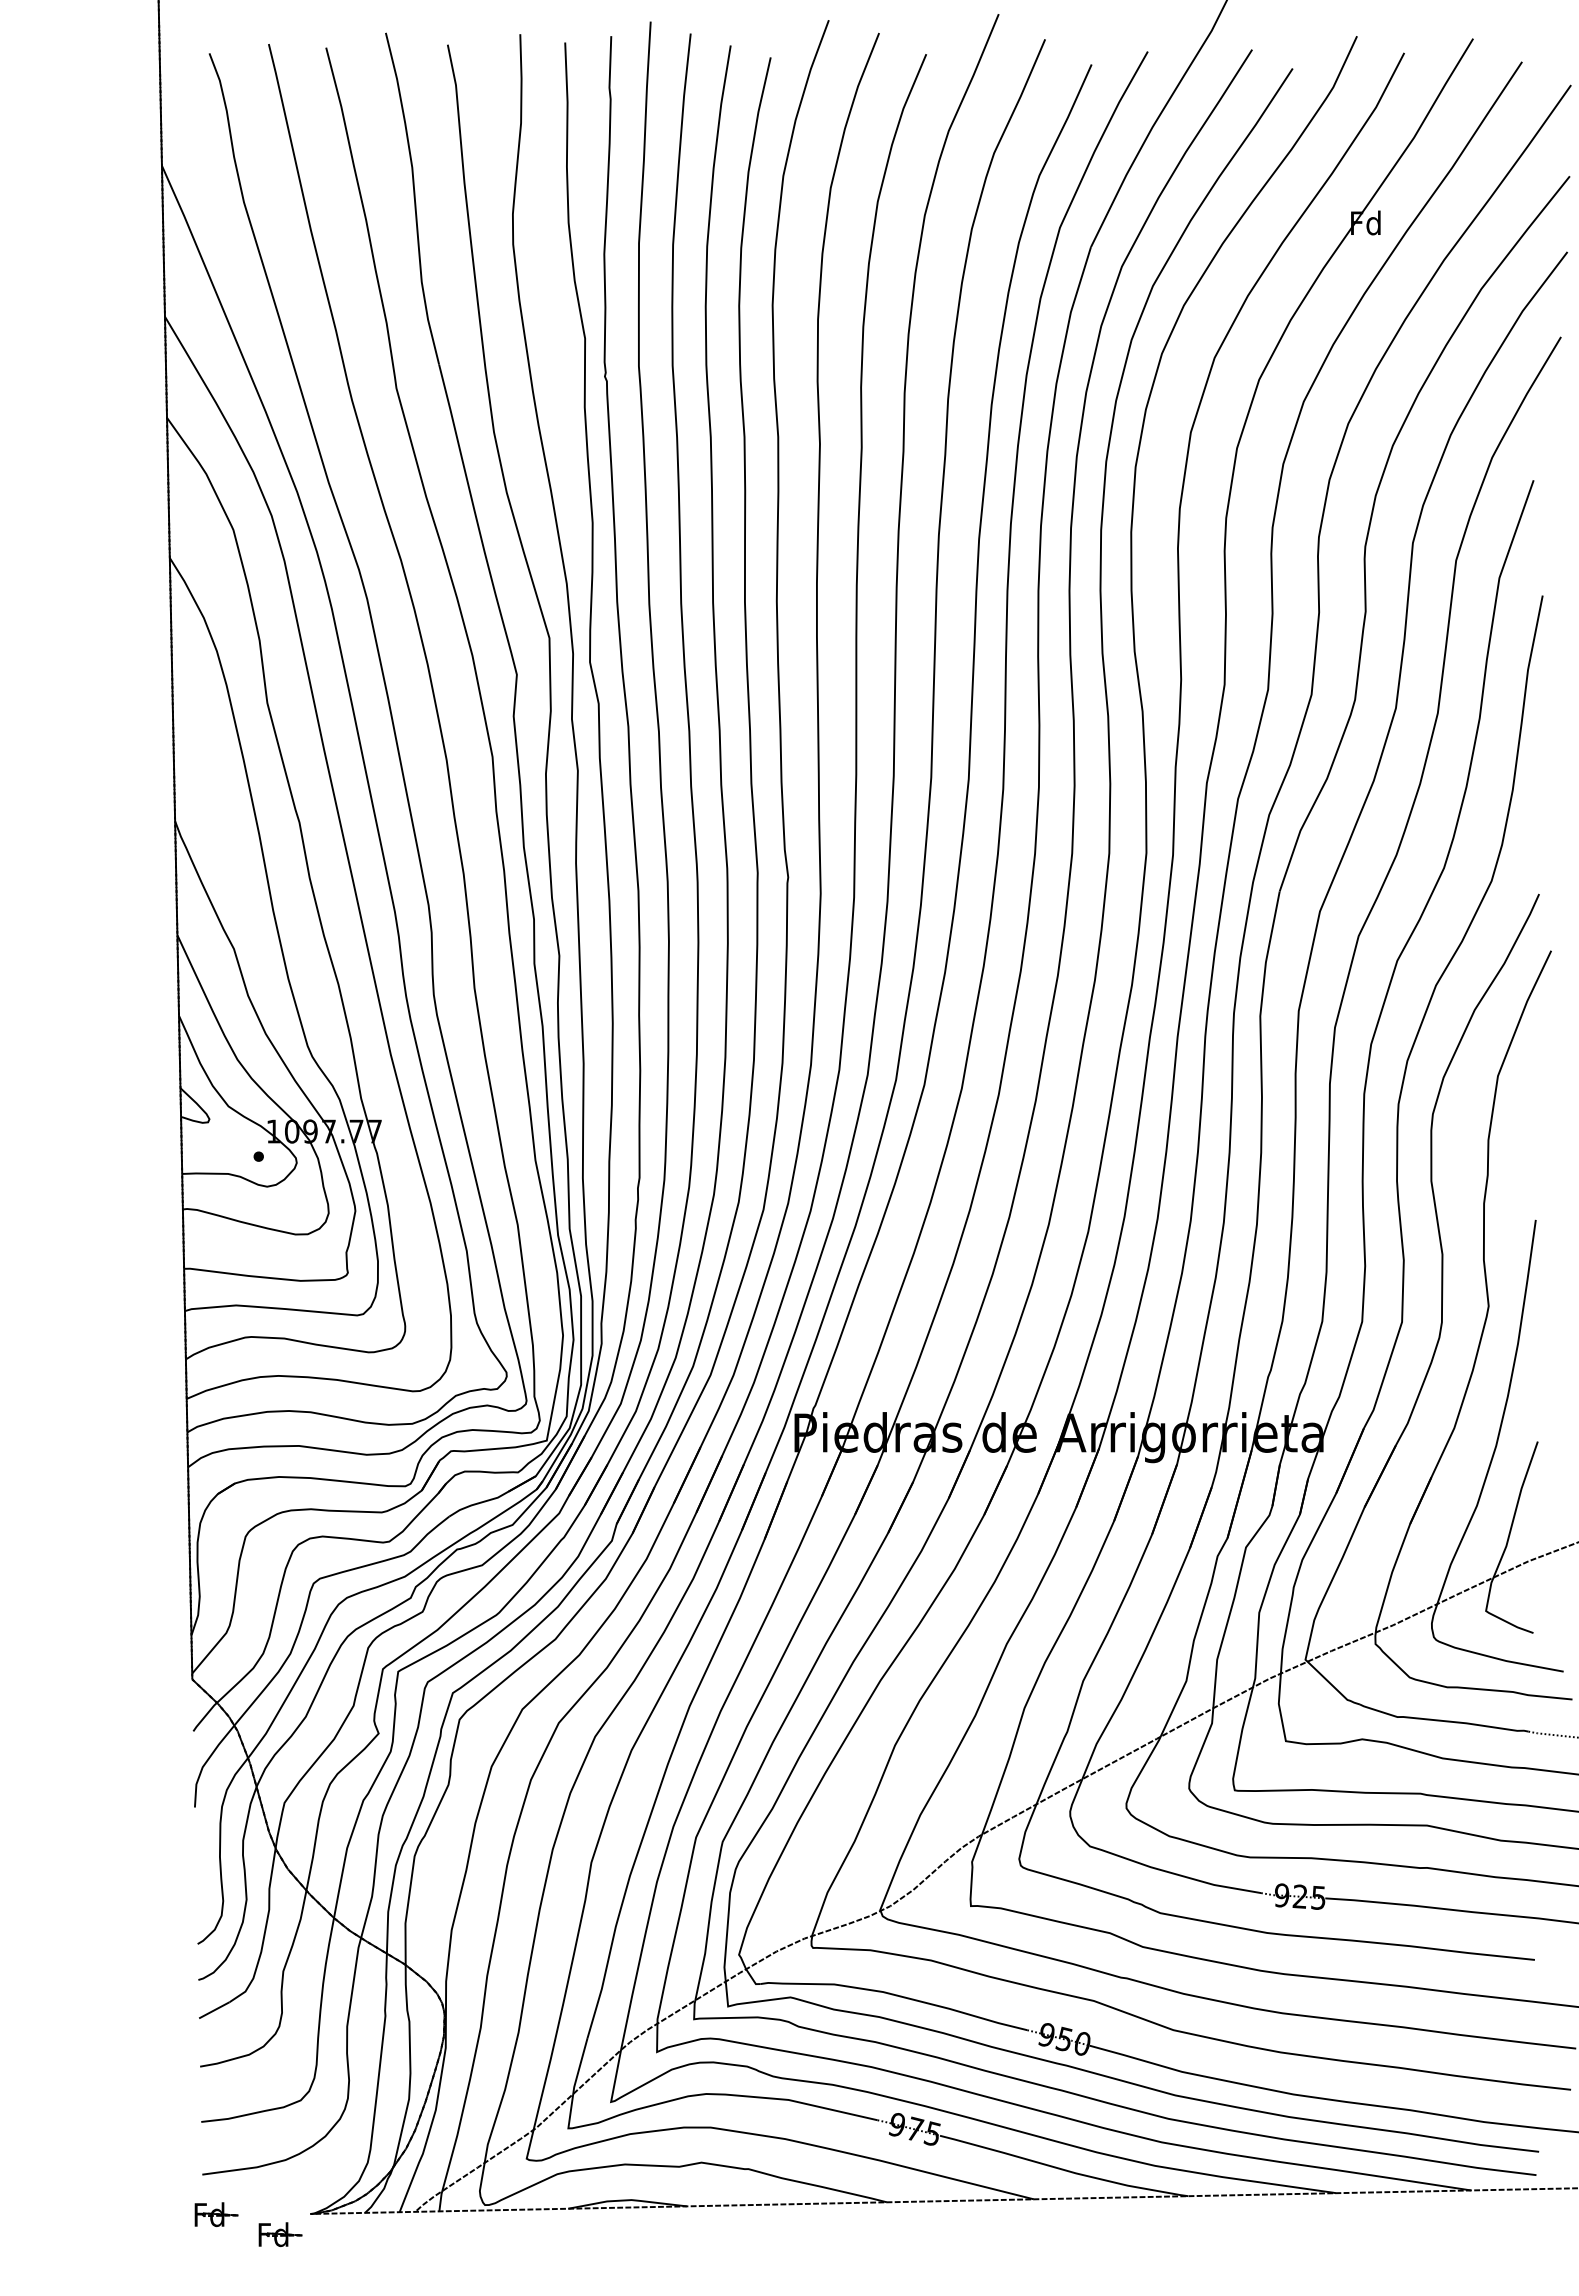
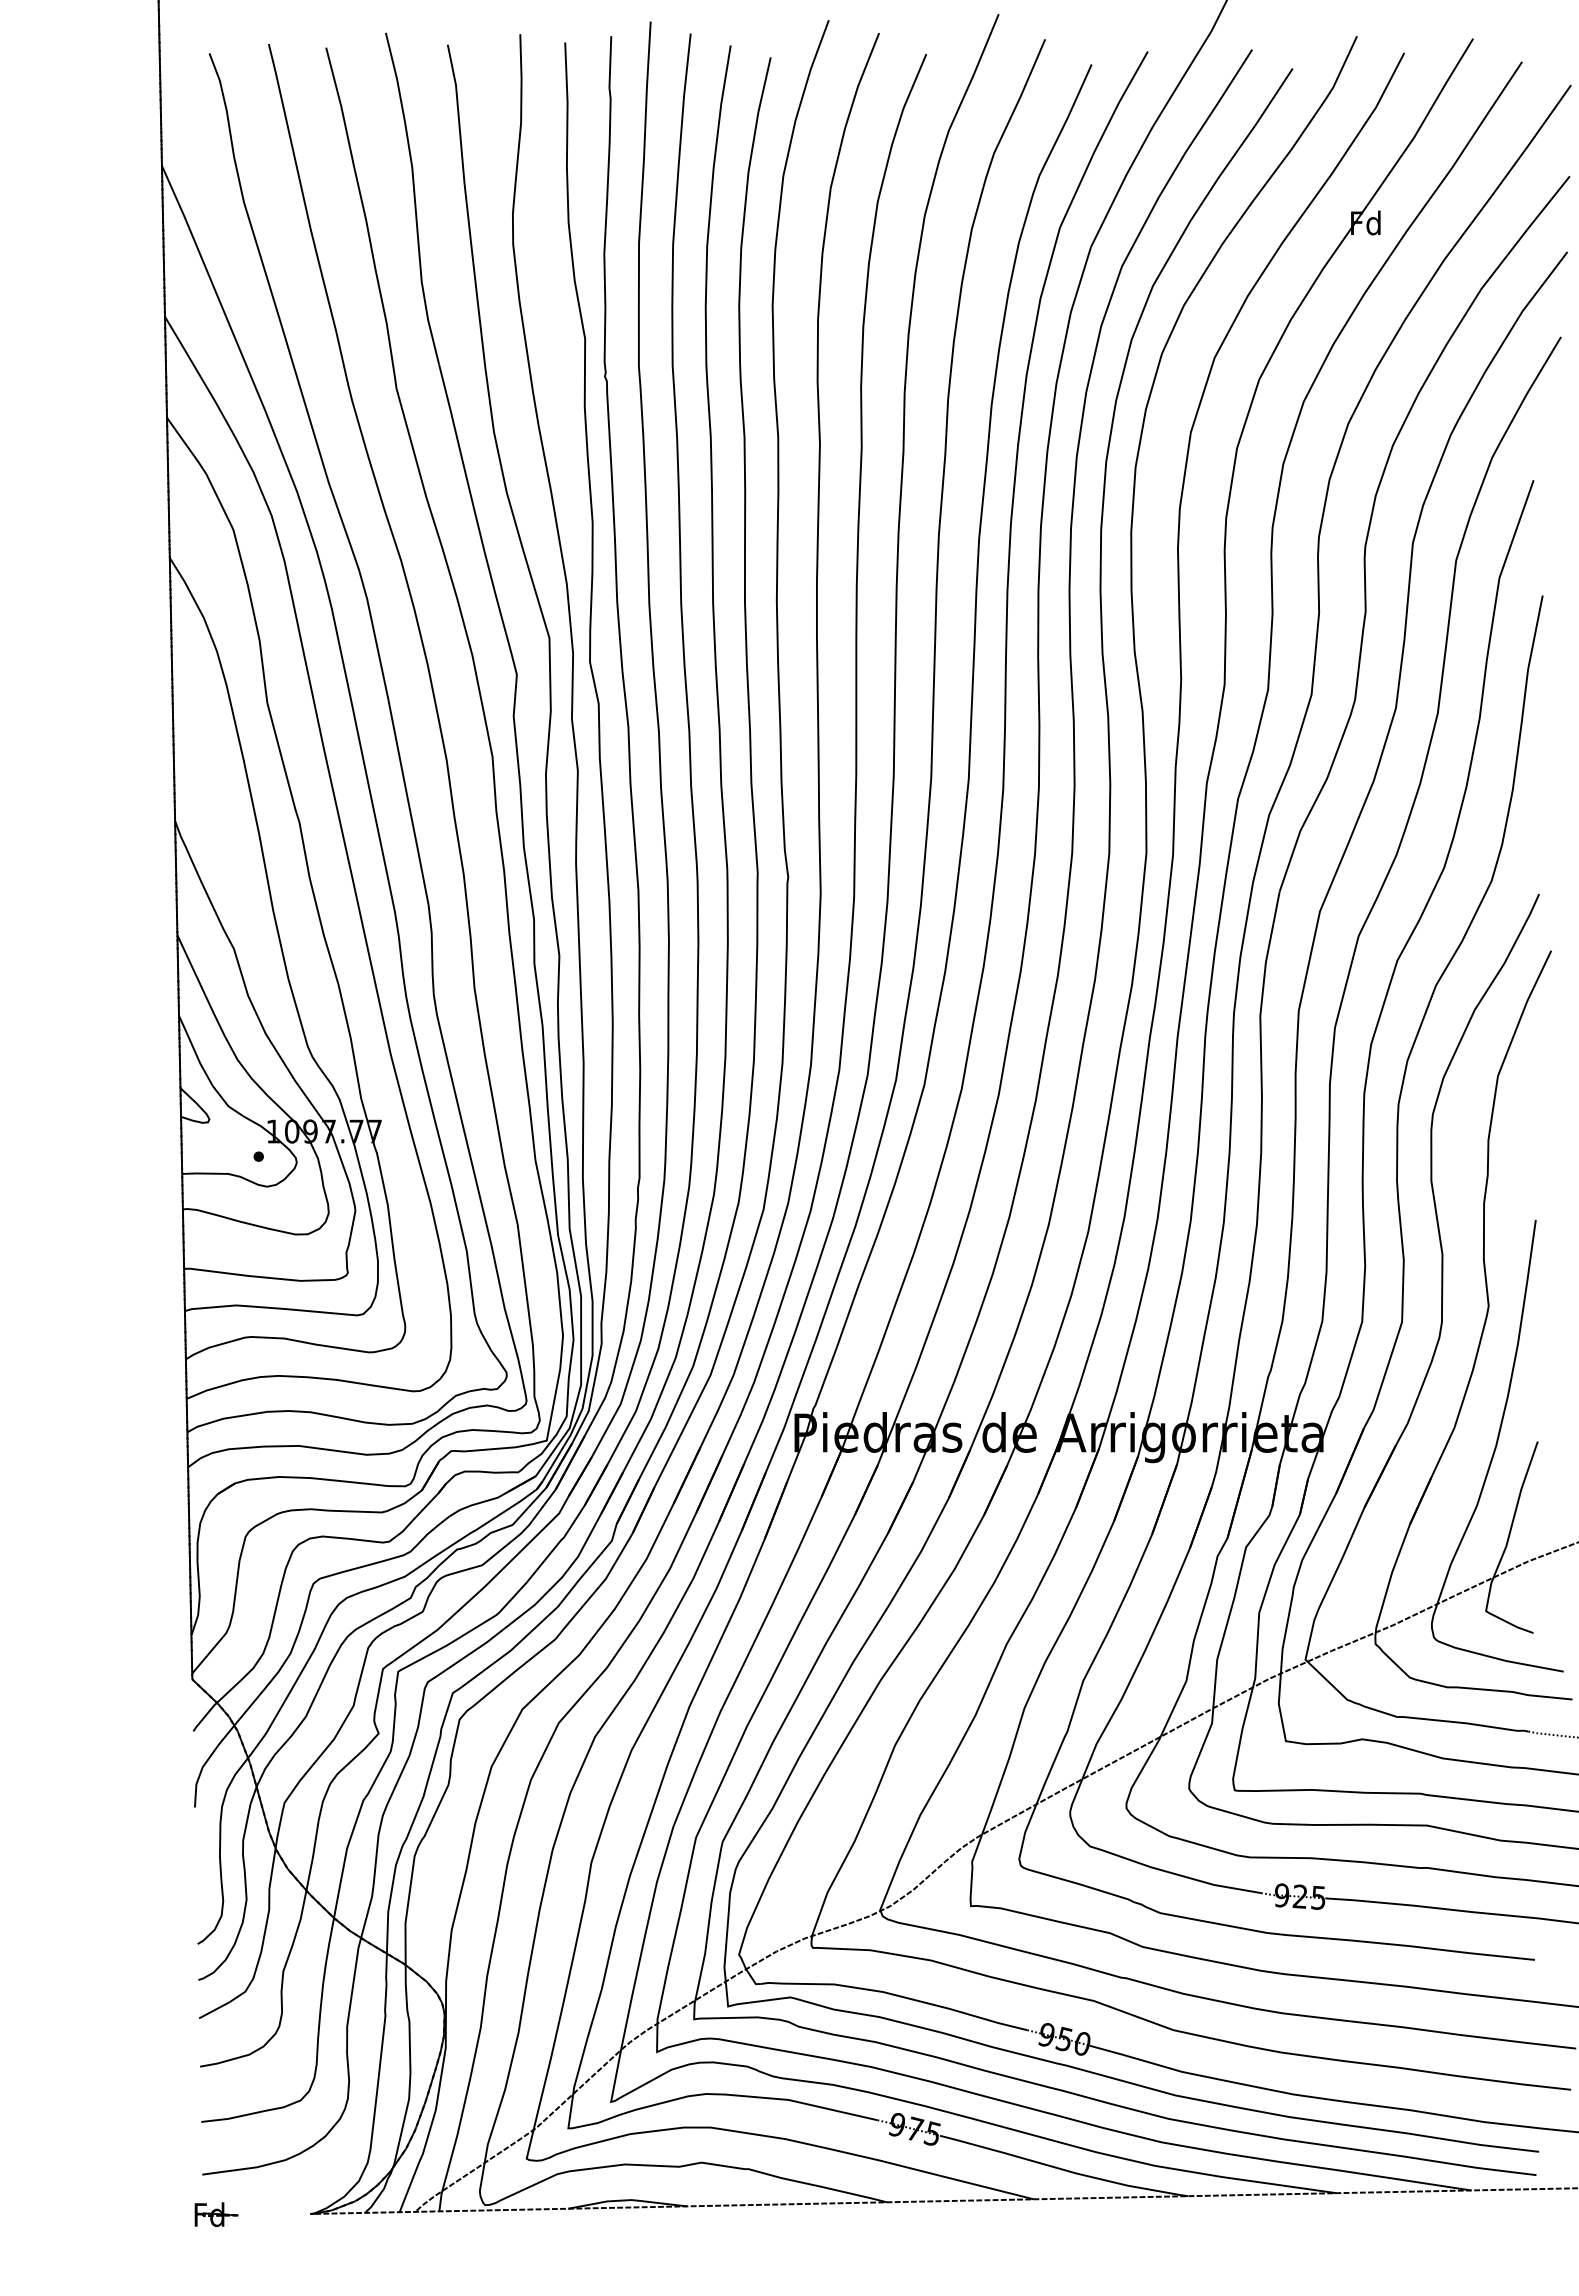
part at (280, 2234): present -> none
